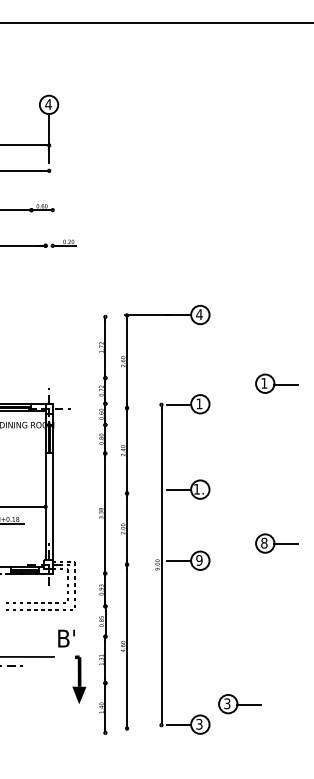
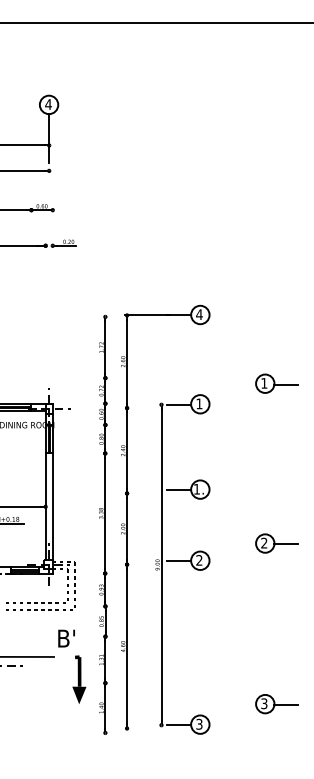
text at (264, 543): 8 -> 2
text at (199, 560): 9 -> 2
part at (239, 704) position: (239, 704) -> (276, 704)
